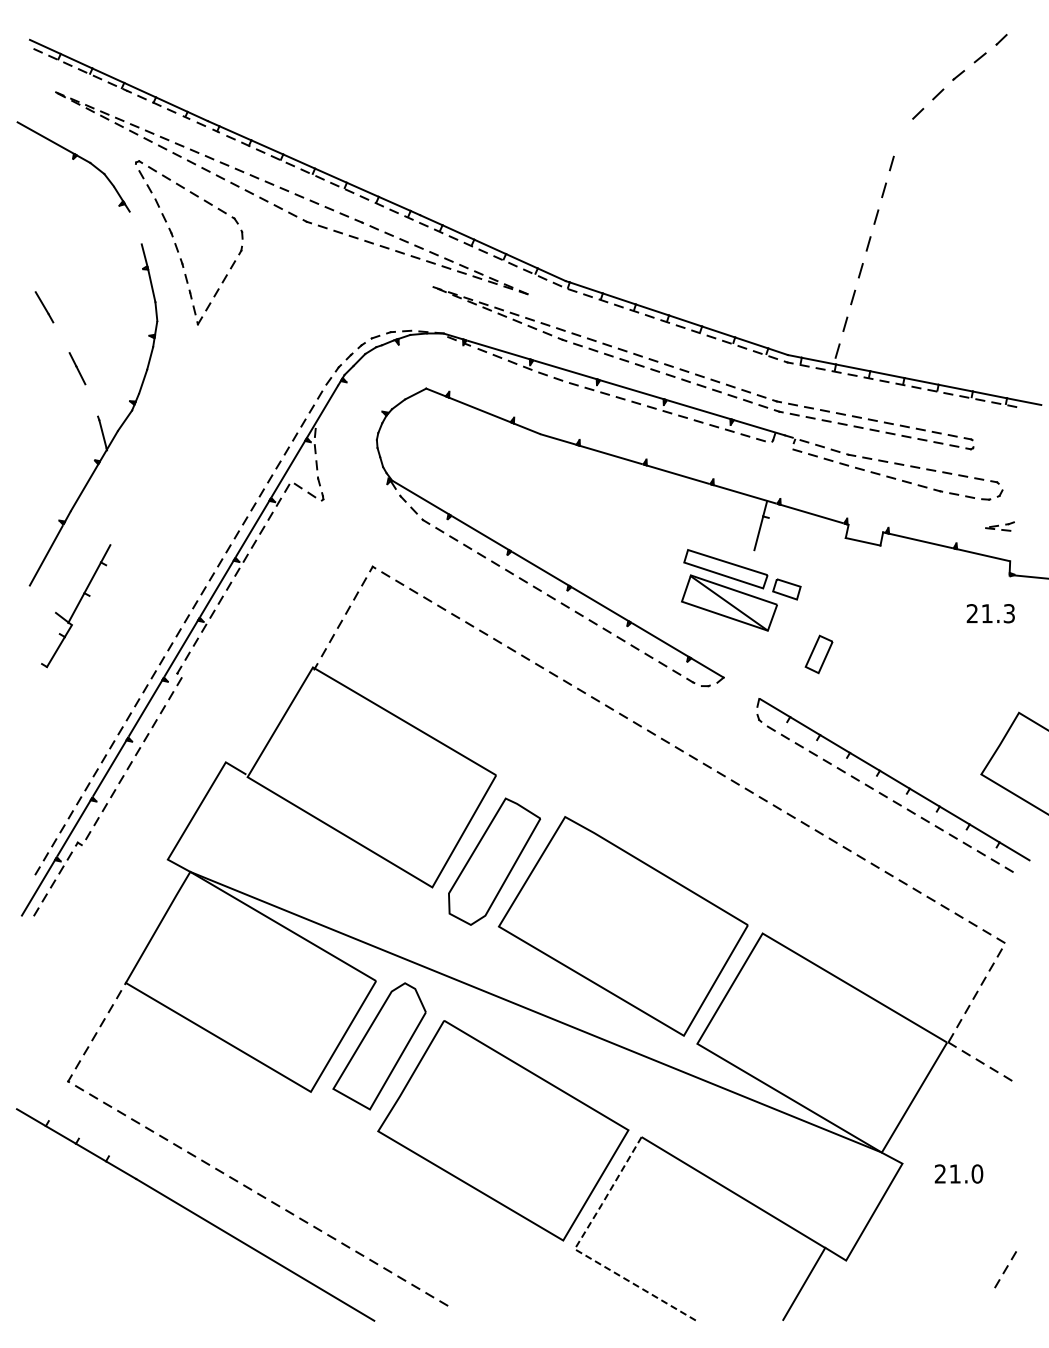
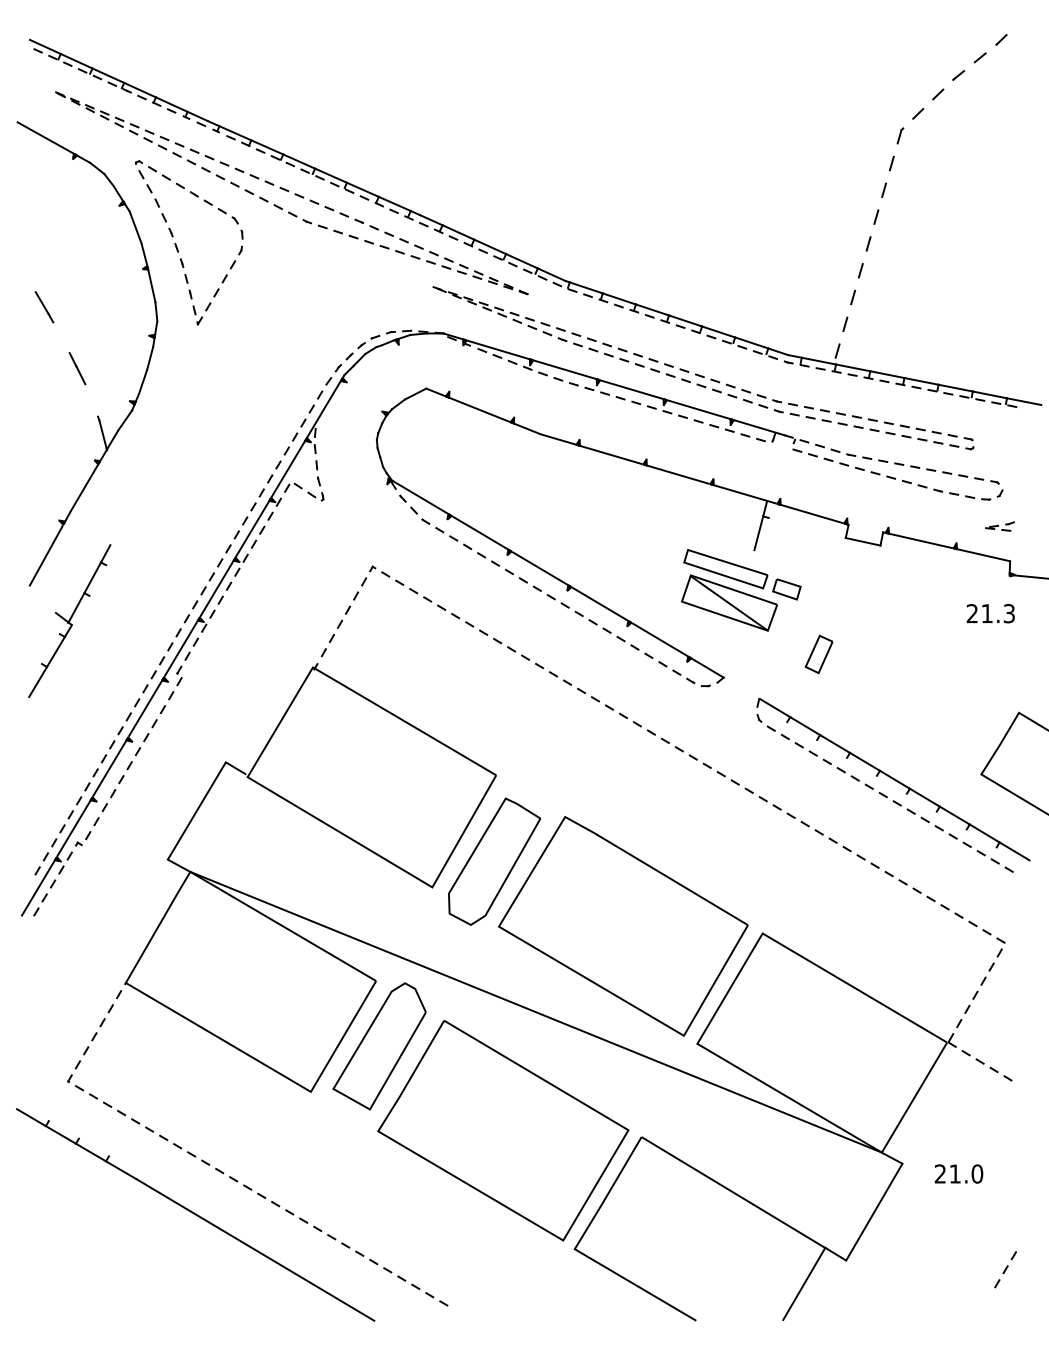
part at (900, 135): none -> present
line at (135, 227): none -> present
line at (38, 681): none -> present
line at (579, 1251): dashed -> solid
